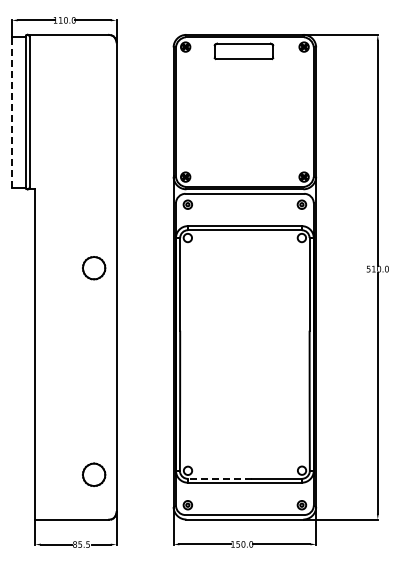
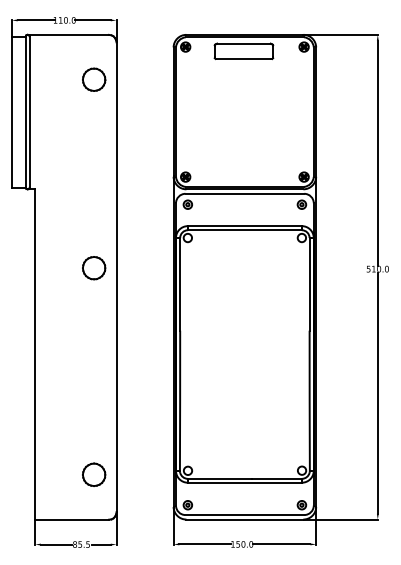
part at (94, 79): none -> present
line at (11, 112): dashed -> solid
line at (219, 478): dashed -> solid
